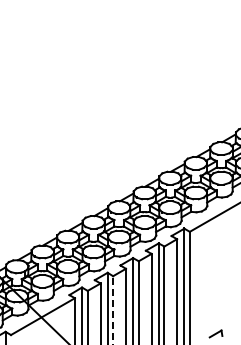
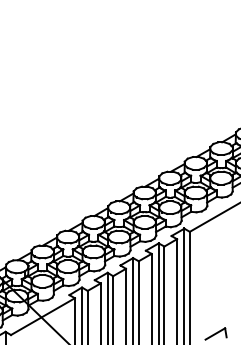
line at (113, 310): dashed -> solid
part at (215, 333) size: 16x10 px -> 24x14 px
